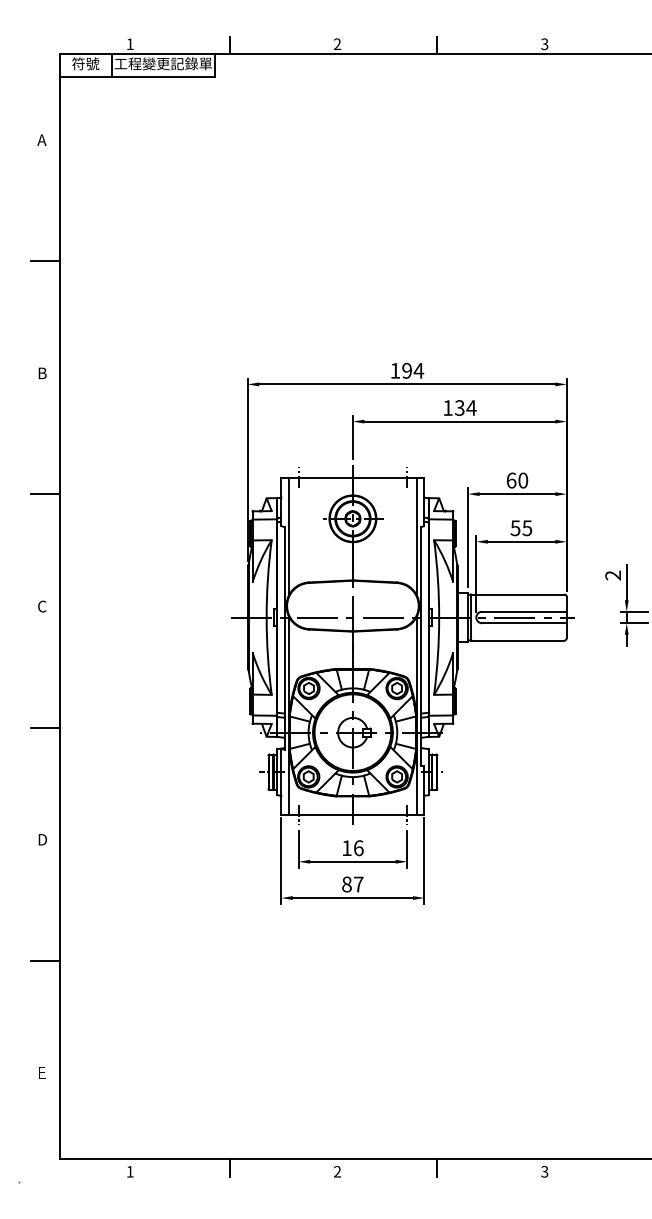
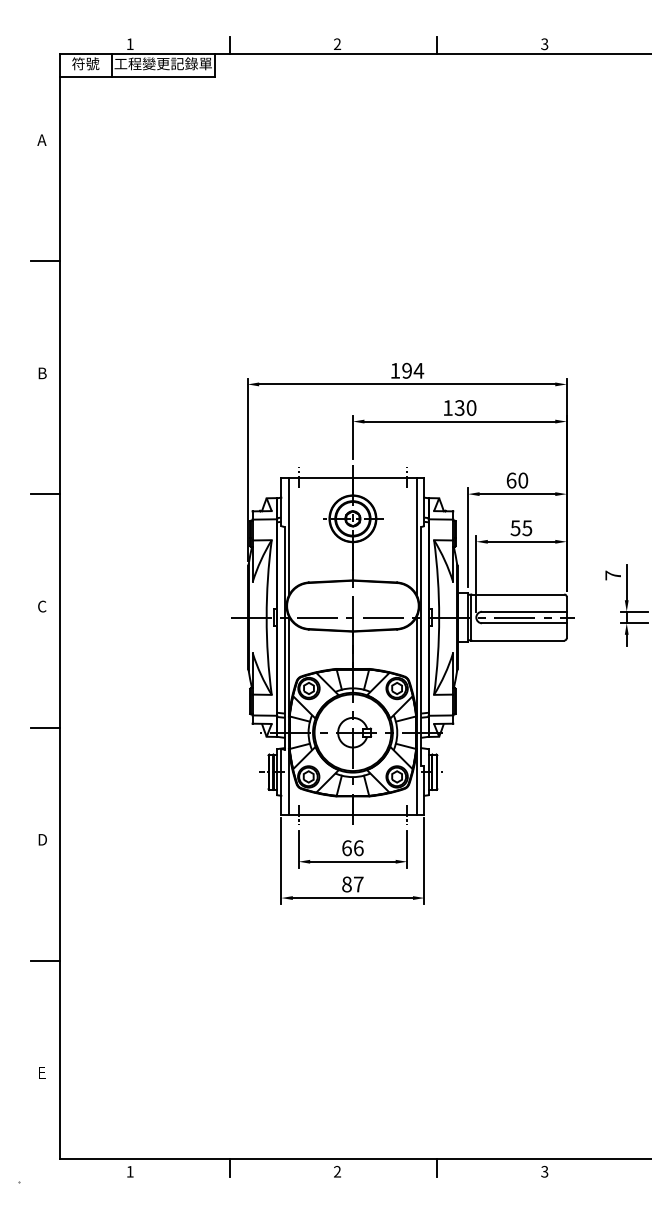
text at (471, 407): 134 -> 130
text at (612, 575): 2 -> 7
text at (346, 848): 16 -> 66
